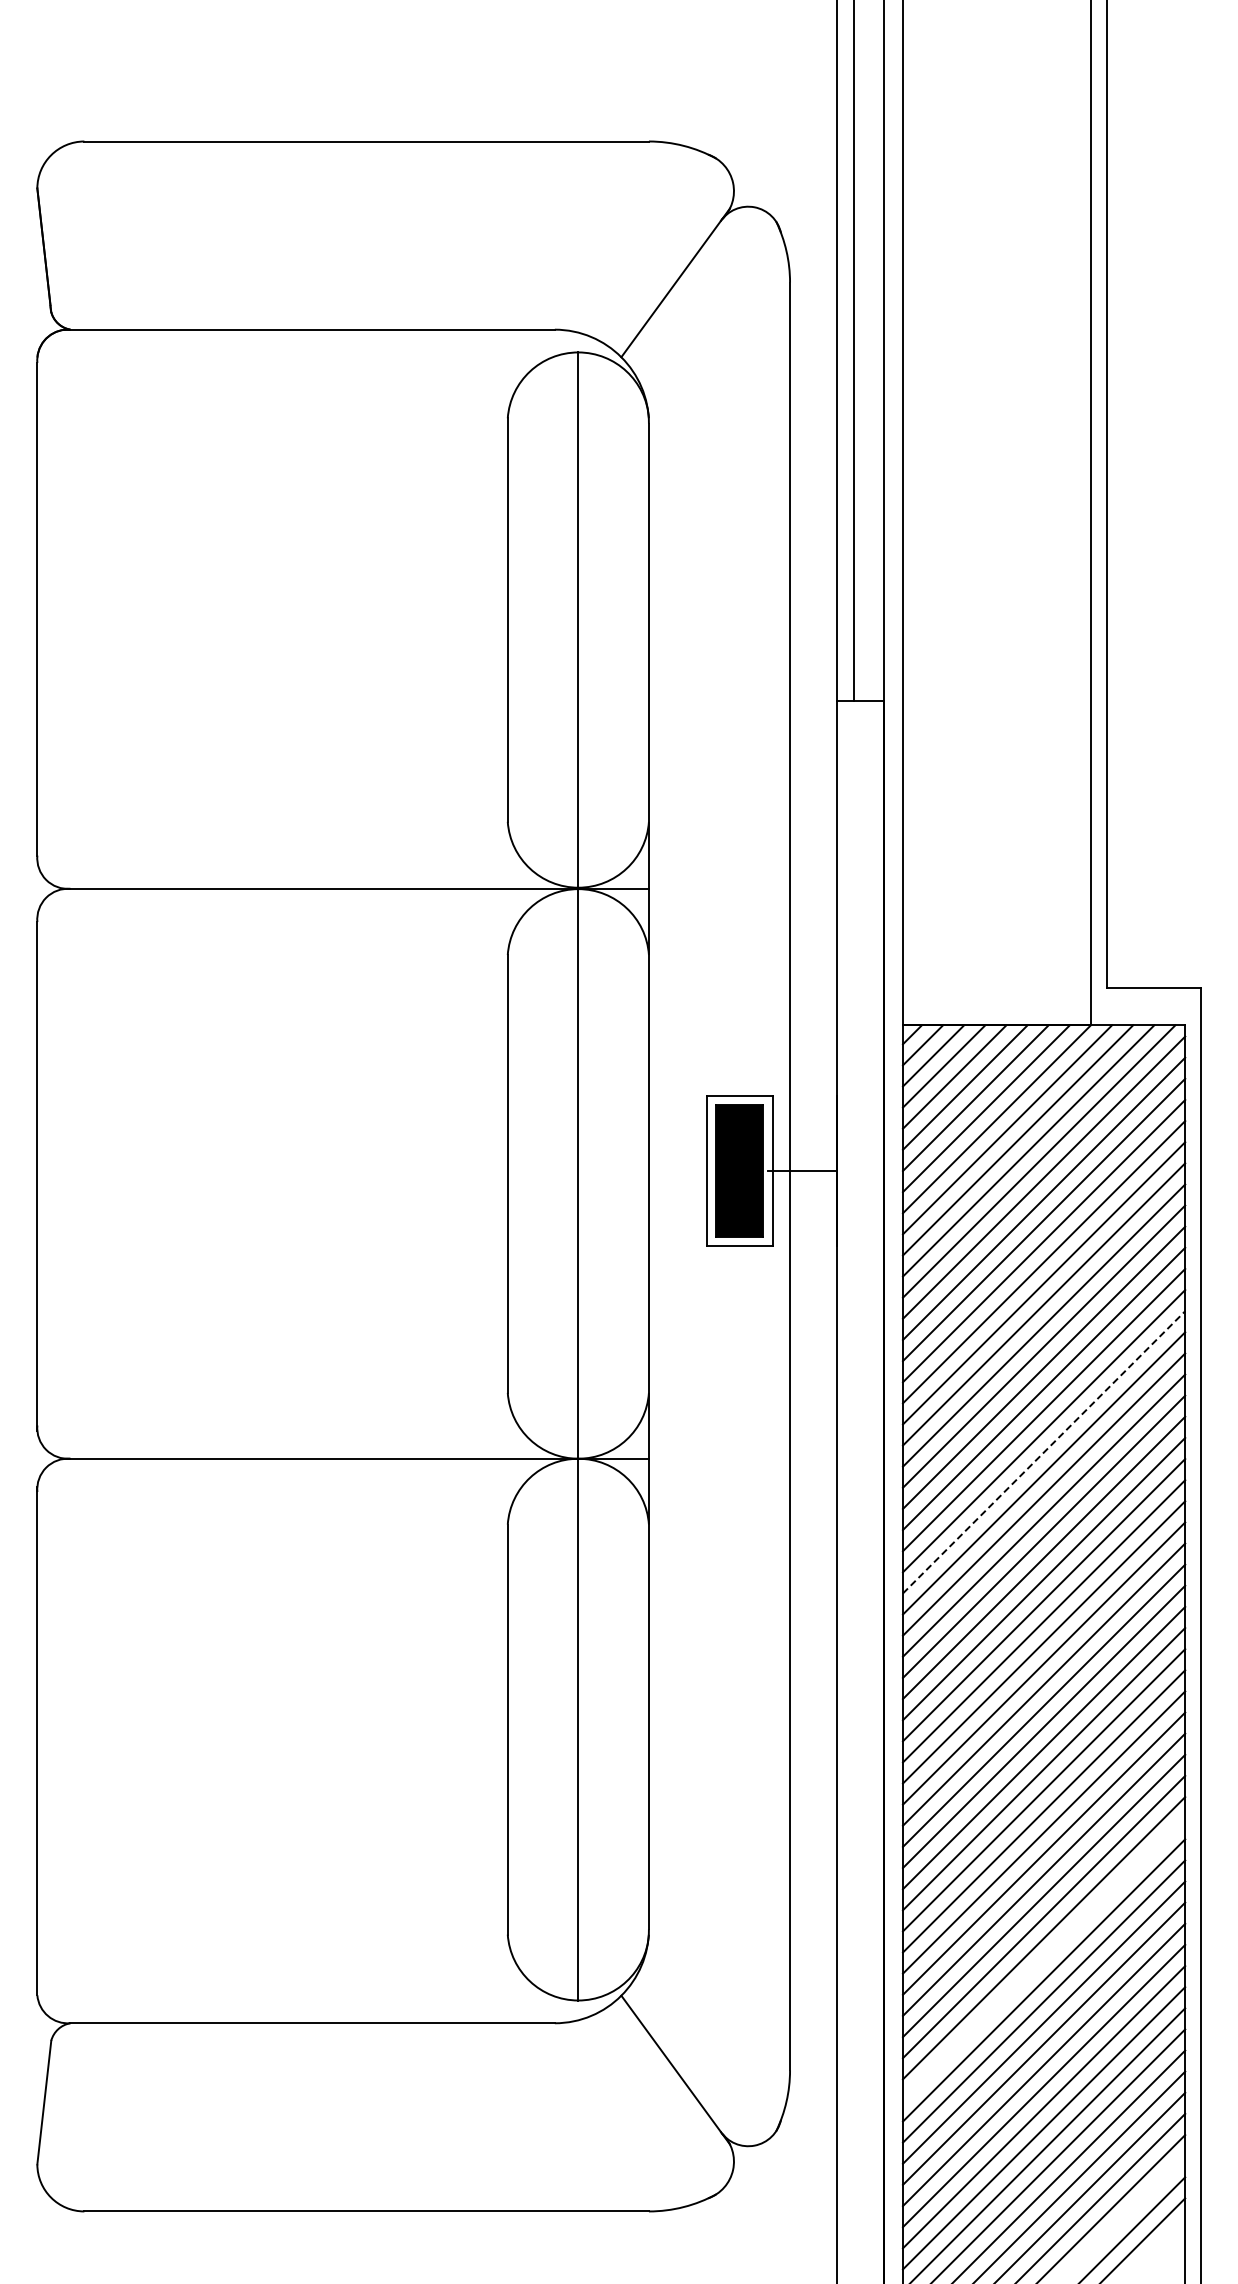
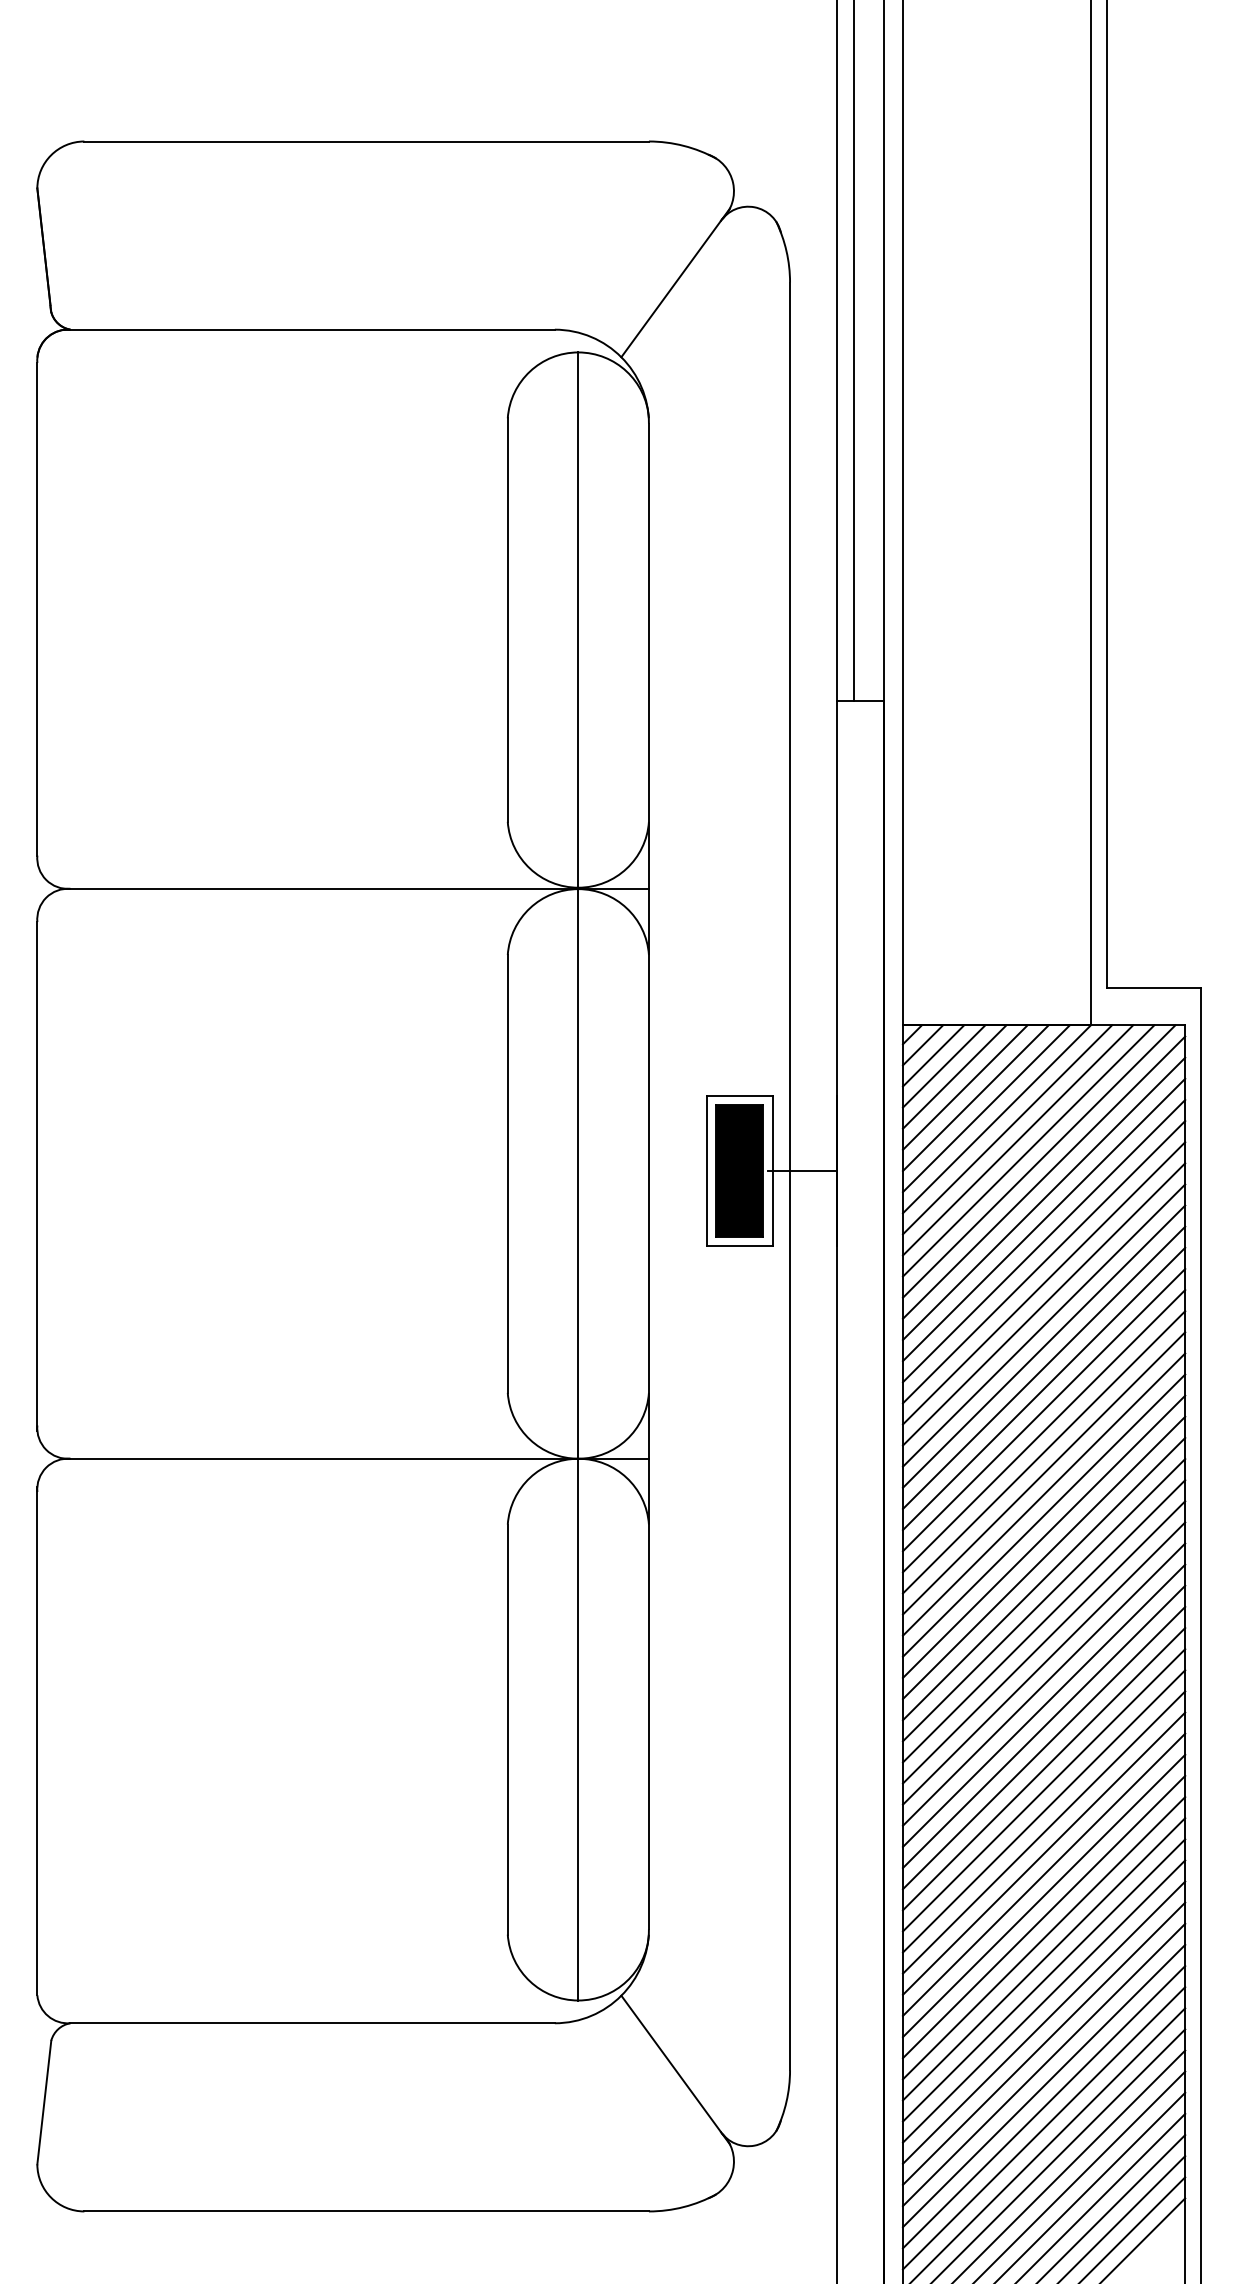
line at (1044, 1452): dashed -> solid
line at (1043, 1959): none -> present
line at (1122, 2218): none -> present
